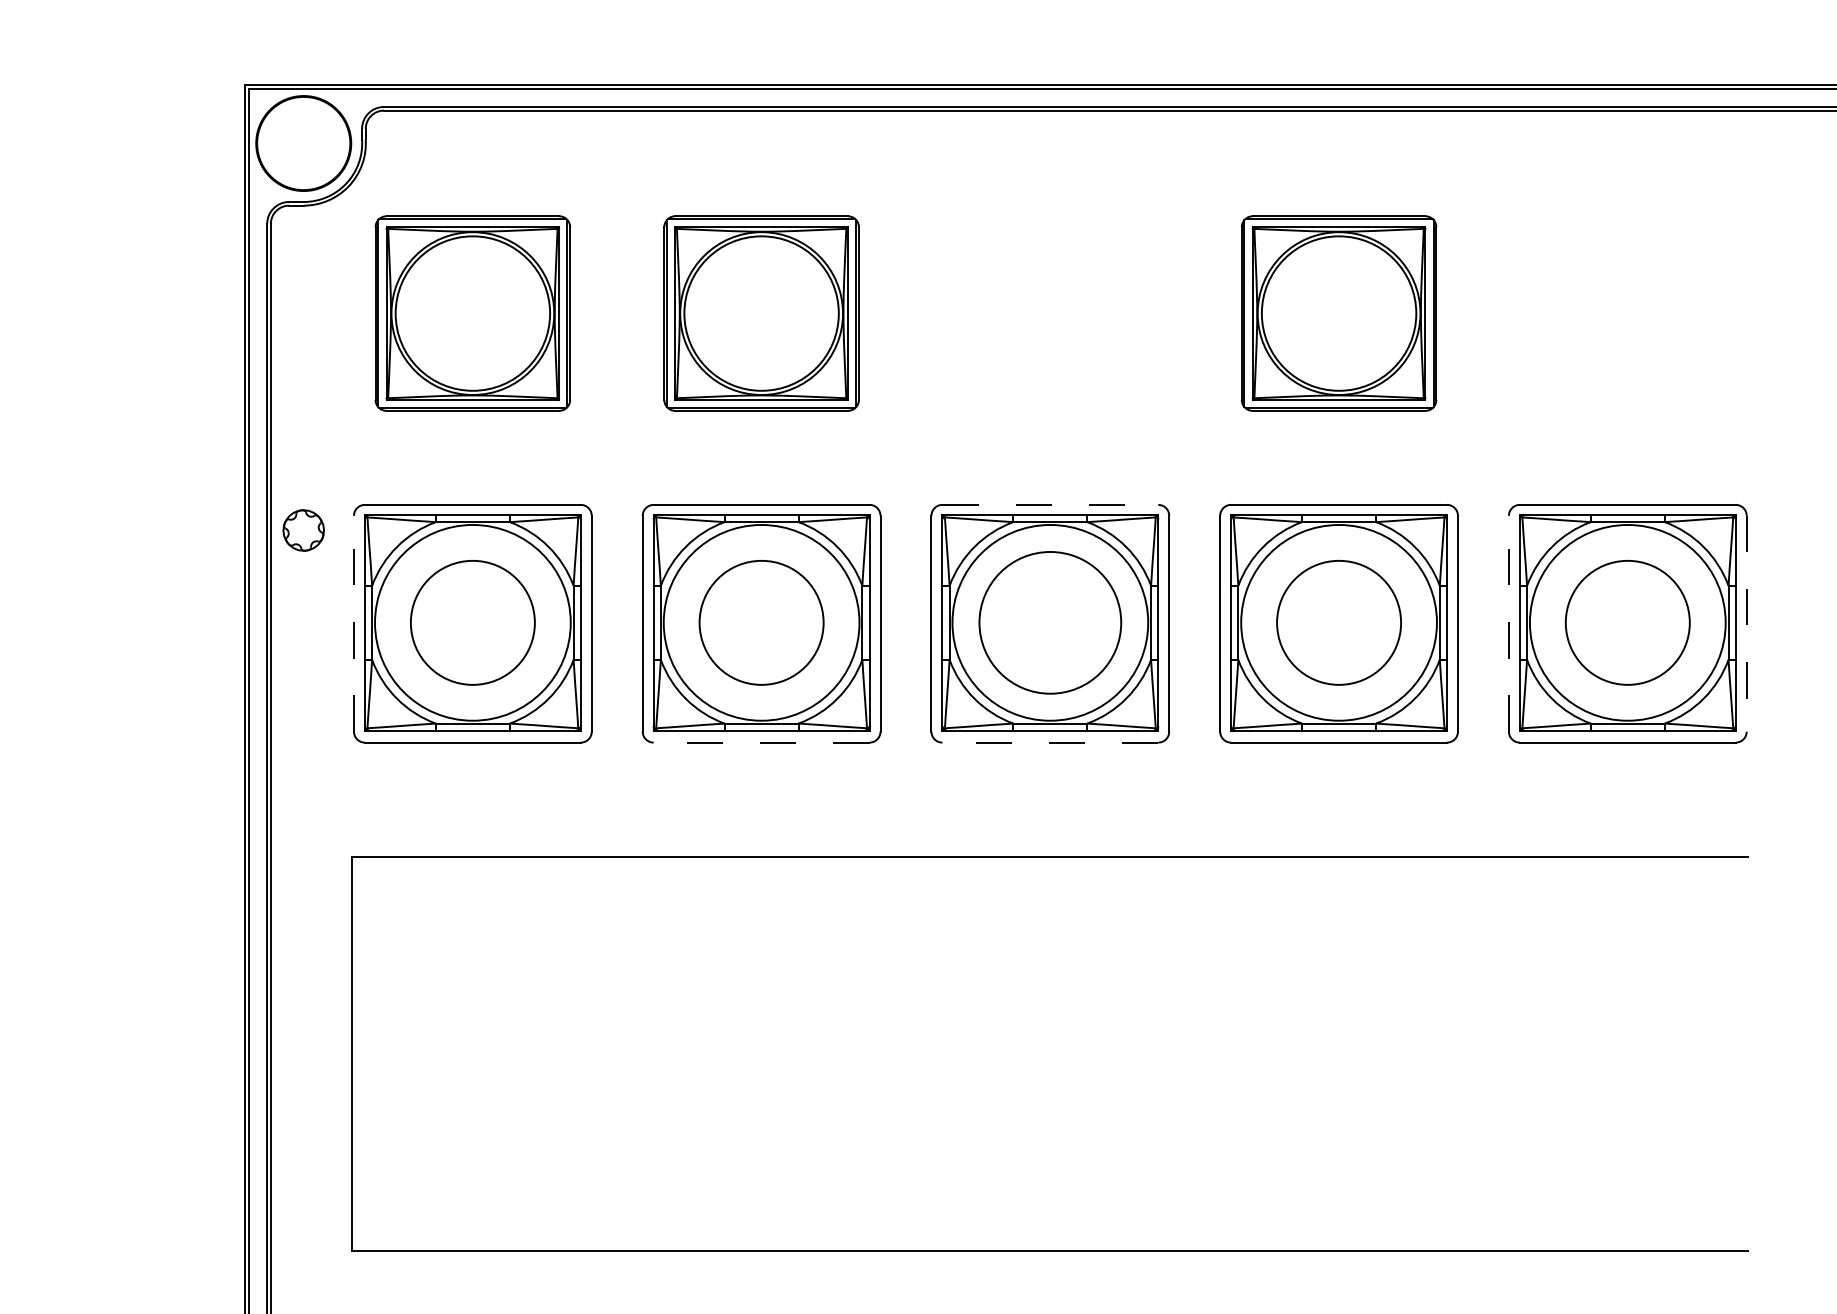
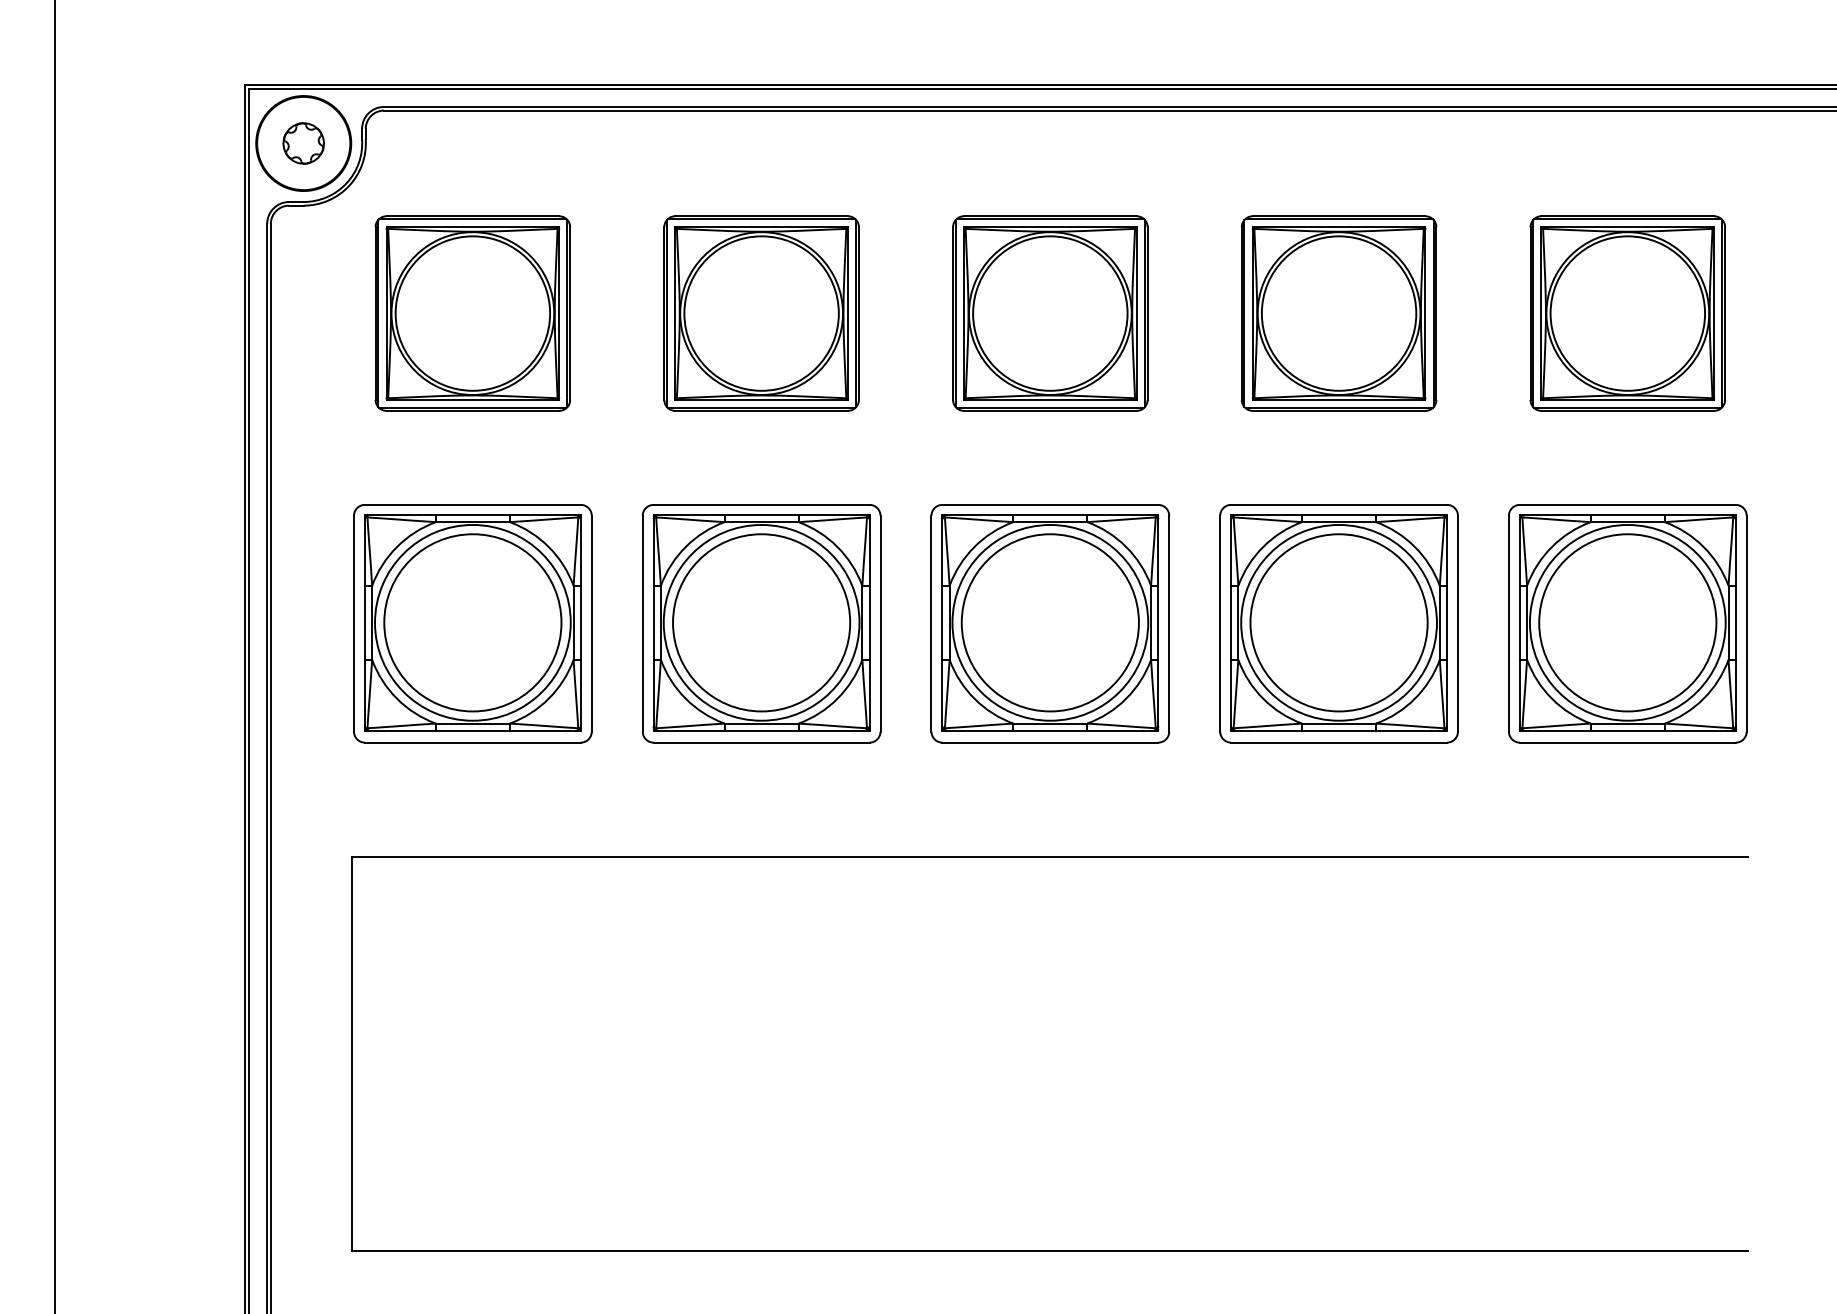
part at (1050, 313): none -> present
part at (1627, 313): none -> present
line at (1050, 504): dashed -> solid
part at (303, 530) position: (303, 530) -> (303, 143)
circle at (472, 622) diameter: 124 px -> 177 px
circle at (761, 622) diameter: 124 px -> 177 px
circle at (1050, 622) diameter: 142 px -> 177 px
circle at (1339, 622) diameter: 124 px -> 177 px
circle at (1627, 622) diameter: 124 px -> 177 px
line at (354, 623): dashed -> solid
line at (1508, 623): dashed -> solid
line at (1746, 623): dashed -> solid
line at (55, 656): none -> present
line at (761, 742): dashed -> solid
line at (1050, 742): dashed -> solid
